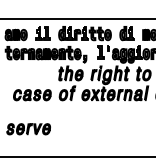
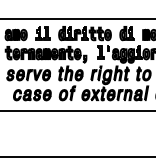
line at (77, 110): none -> present
part at (28, 129) position: (28, 129) -> (28, 75)
